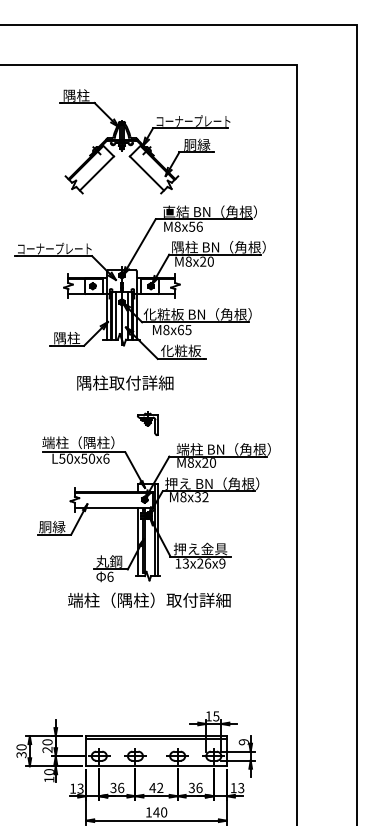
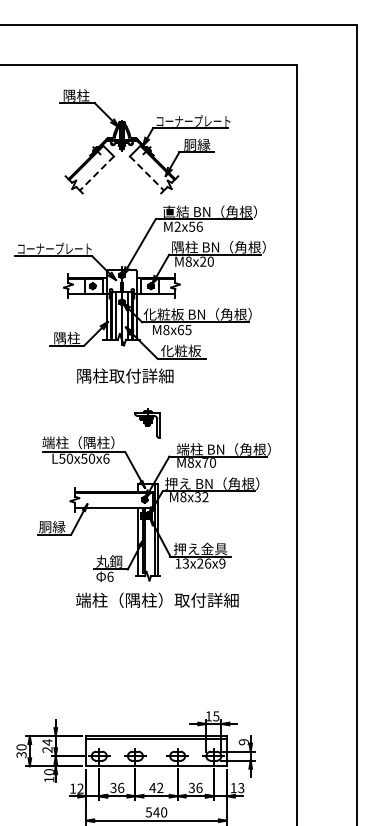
line at (96, 173): solid -> dashed
line at (147, 173): solid -> dashed
text at (177, 226): M8x56 -> M2x56
text at (125, 382) position: (125, 382) -> (125, 375)
part at (147, 423) size: 22x26 px -> 27x31 px
text at (205, 462): M8x20 -> M8x70
text at (149, 599) position: (149, 599) -> (157, 599)
text at (47, 742): 20 -> 24
text at (80, 788): 13 -> 12
text at (148, 812): 140 -> 540
